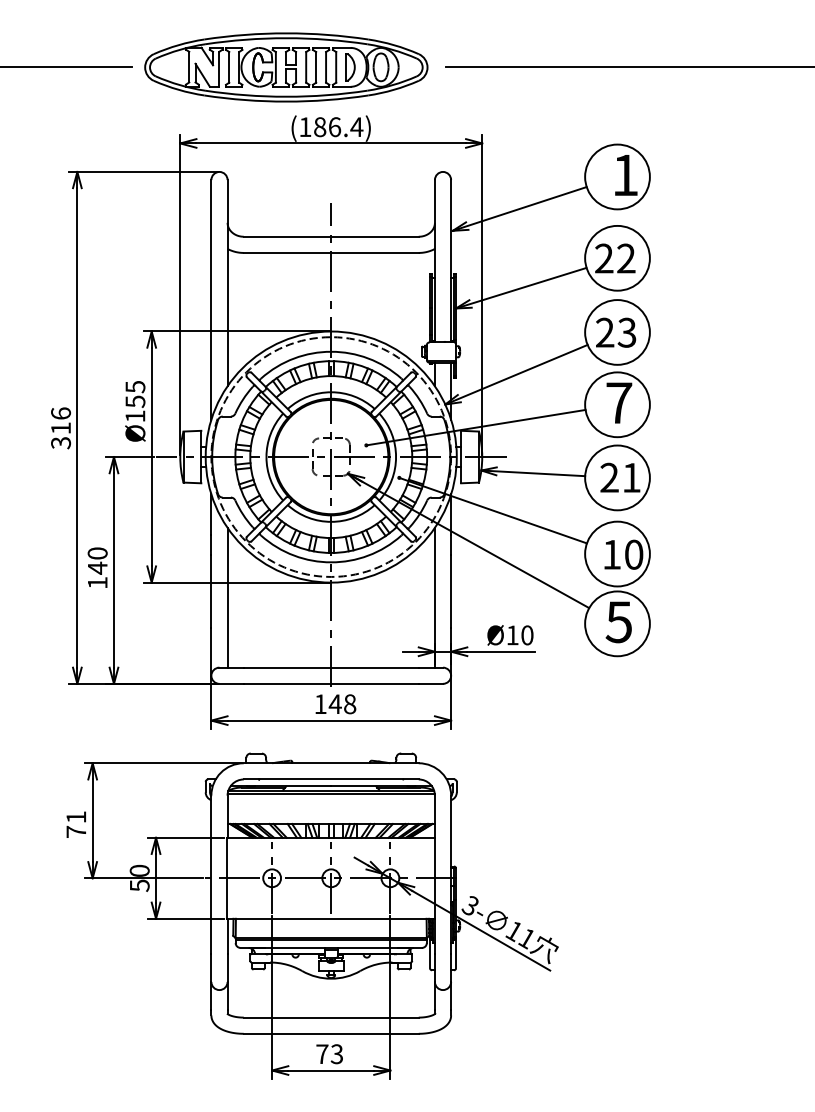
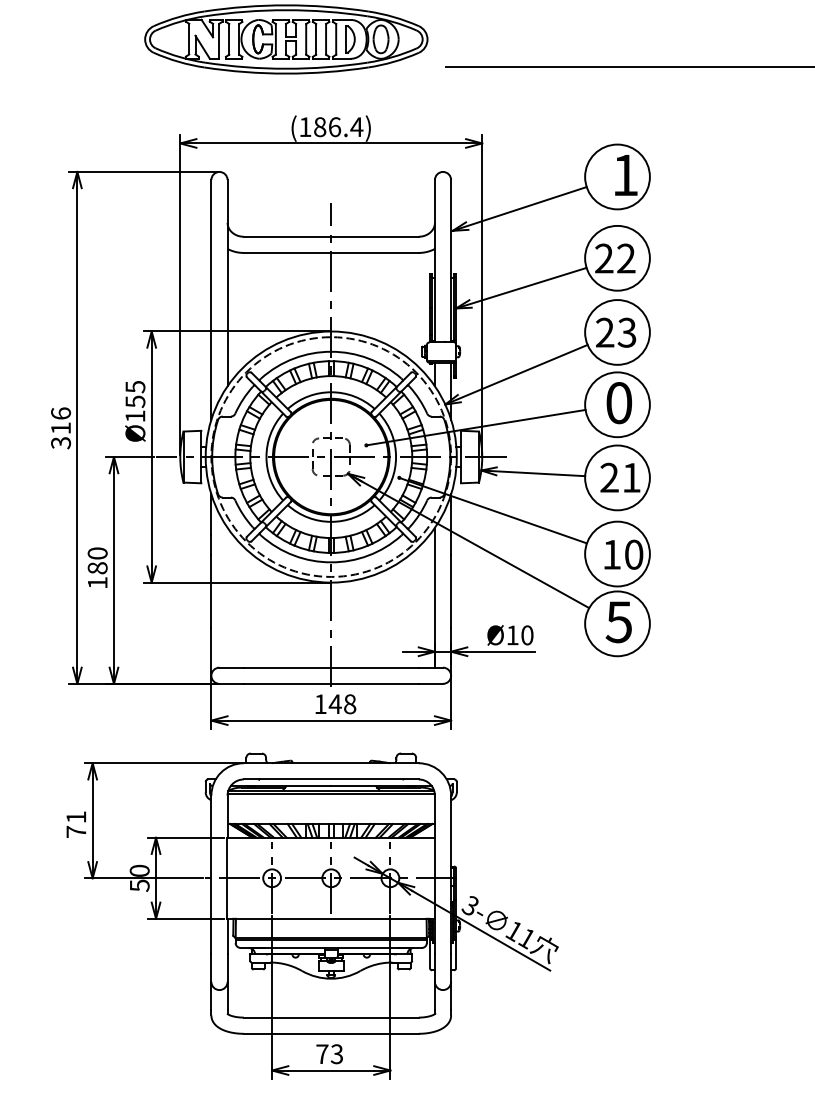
line at (66, 66): present -> none
part at (286, 67) position: (286, 67) -> (286, 39)
text at (619, 403): 7 -> 0
text at (97, 567): 140 -> 180
line at (227, 597): present -> none
